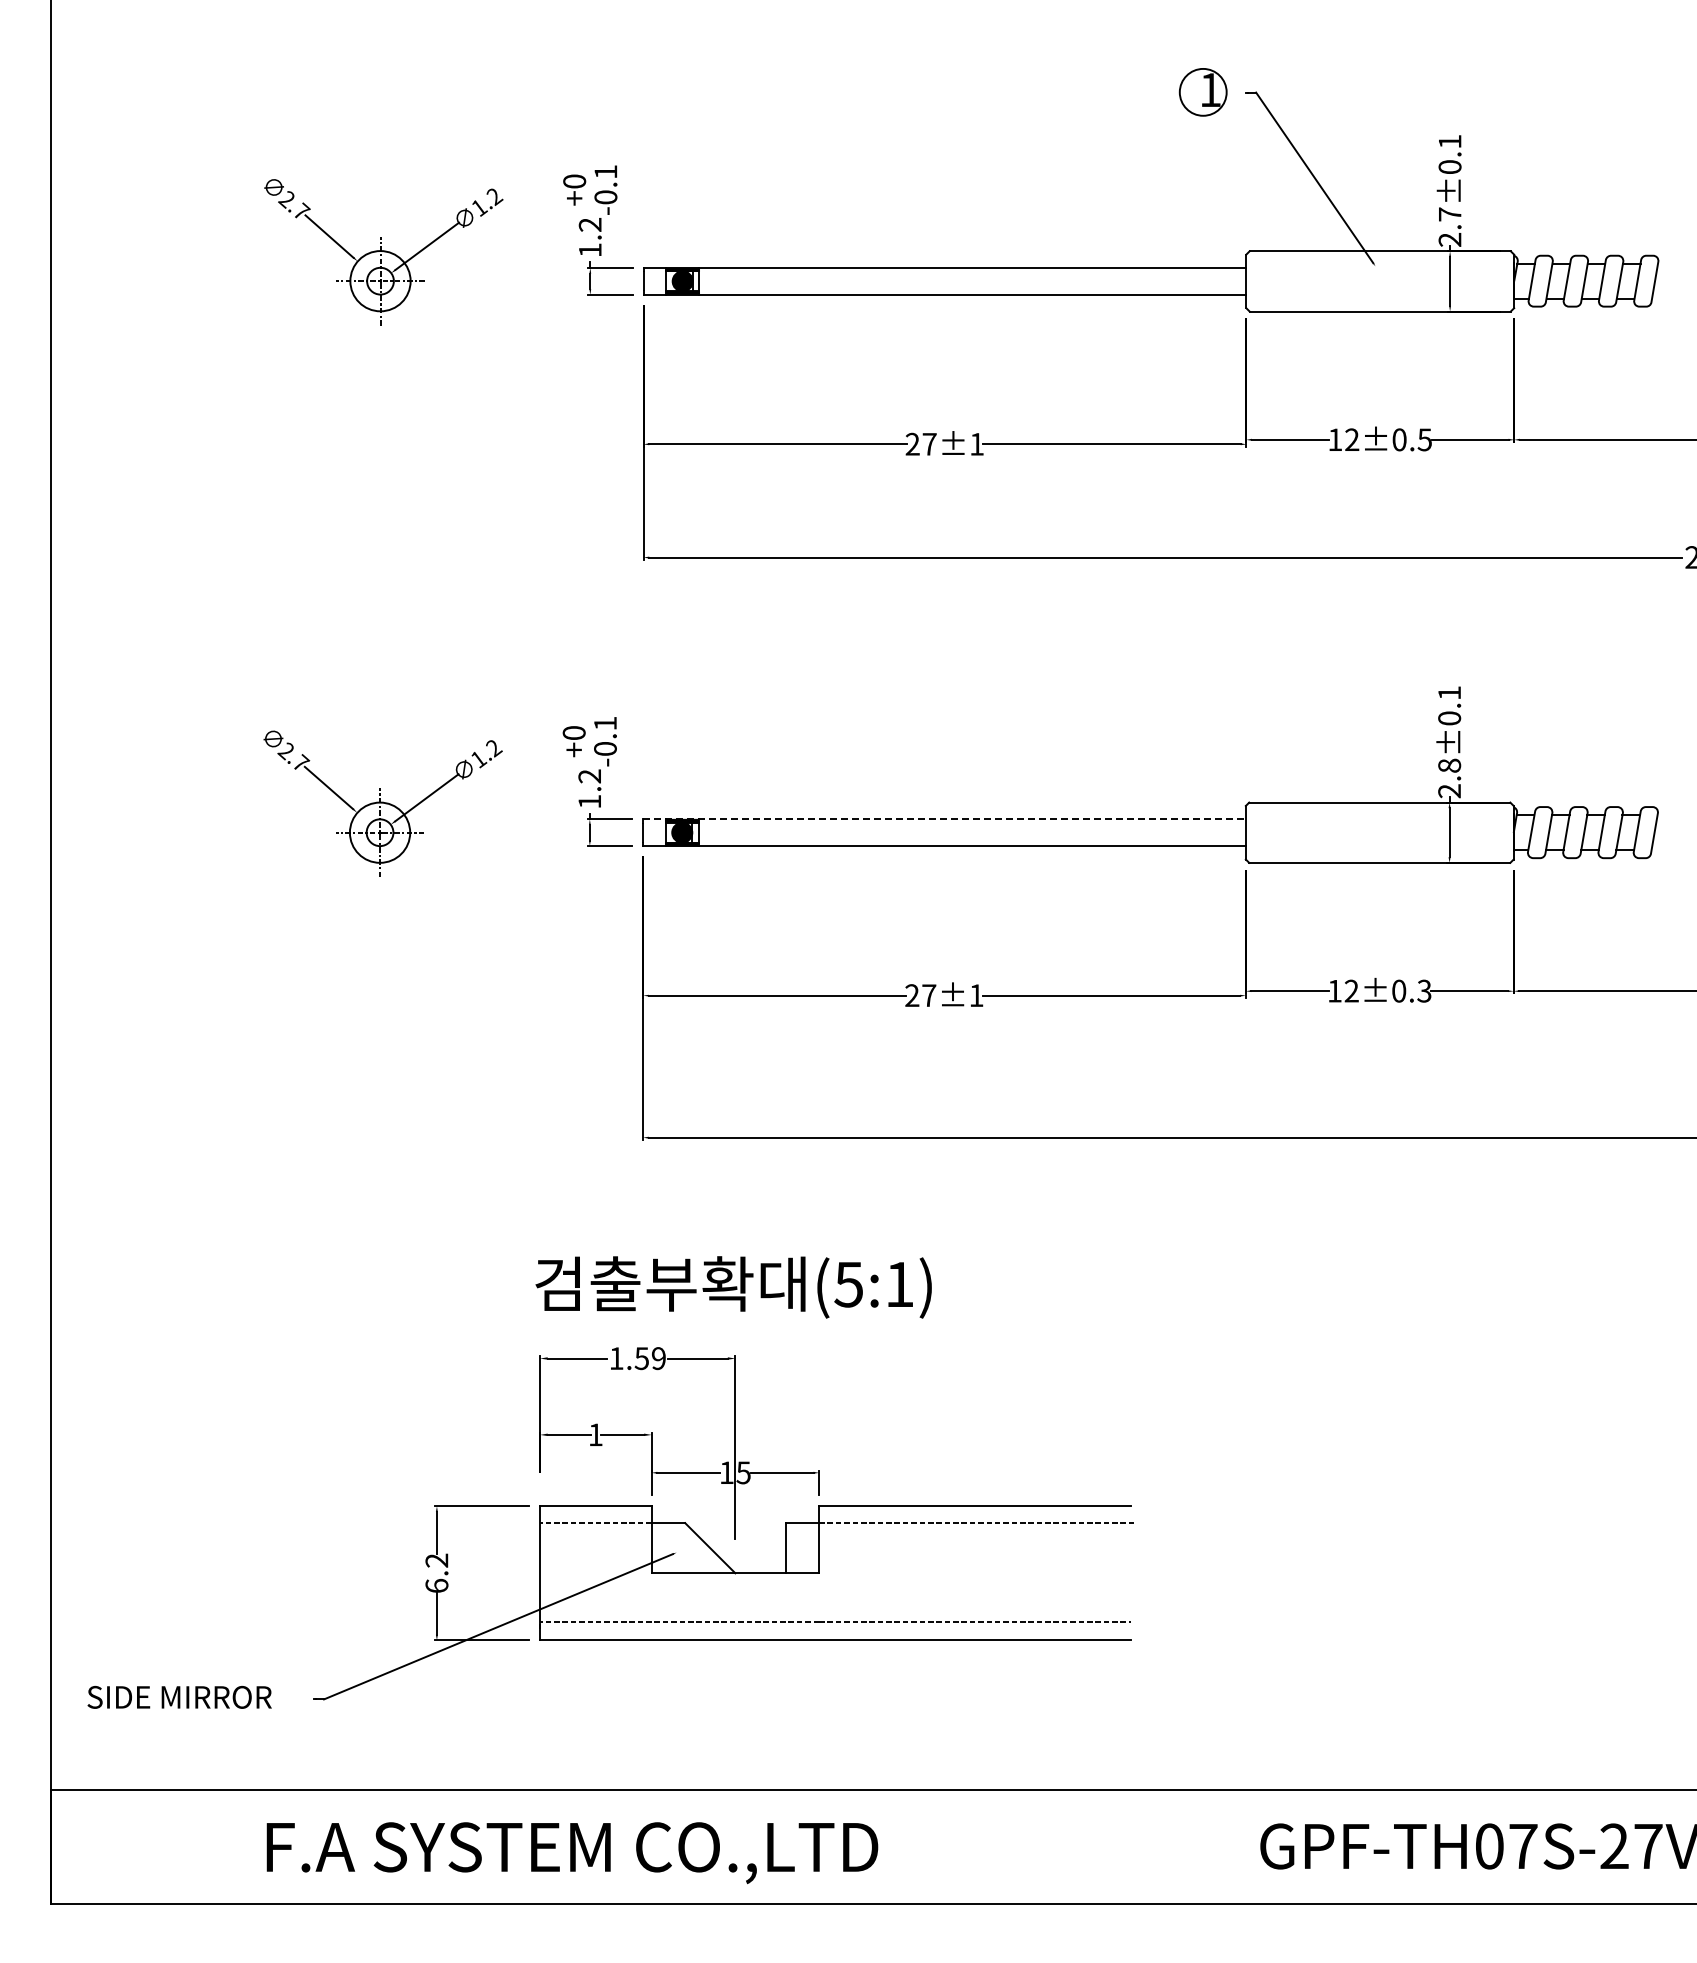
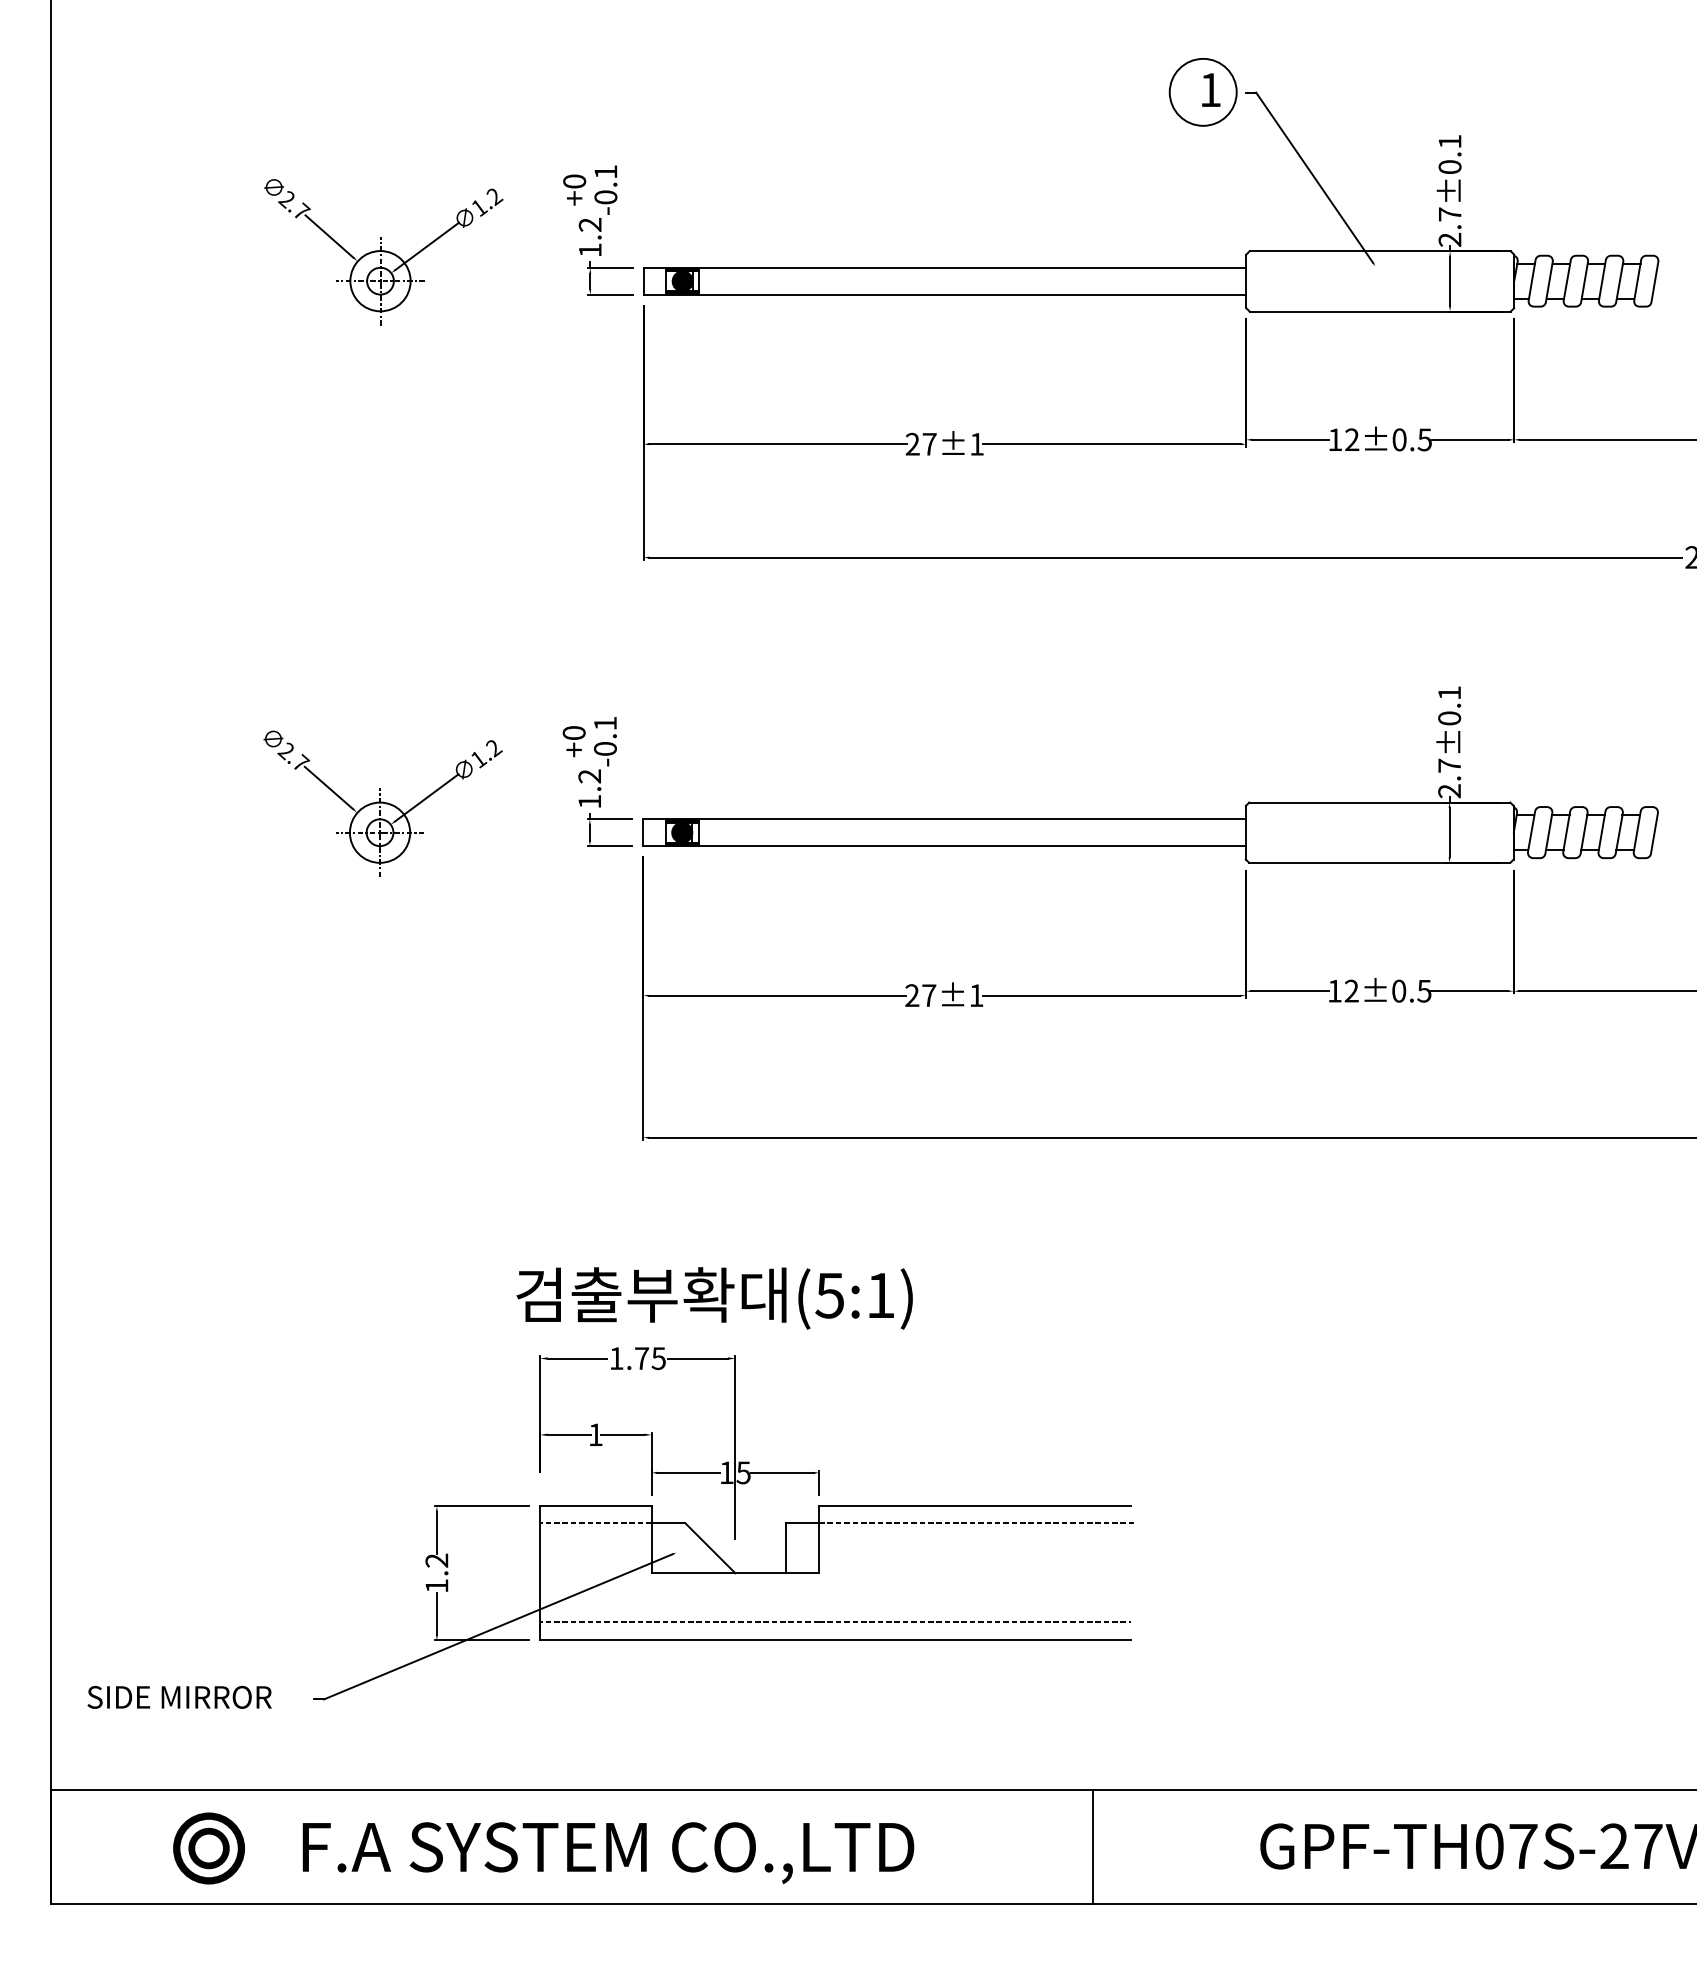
circle at (1202, 91) diameter: 47 px -> 67 px
text at (1449, 765): 2.8±0.1 -> 2.7±0.1
line at (945, 819): dashed -> solid
text at (1424, 990): 12±0.3 -> 12±0.5
text at (733, 1287) position: (733, 1287) -> (714, 1298)
text at (649, 1358): 1.59 -> 1.75
text at (436, 1585): 6.2 -> 1.2
line at (1092, 1846): none -> present
part at (208, 1848): none -> present
text at (572, 1853) position: (572, 1853) -> (608, 1853)
